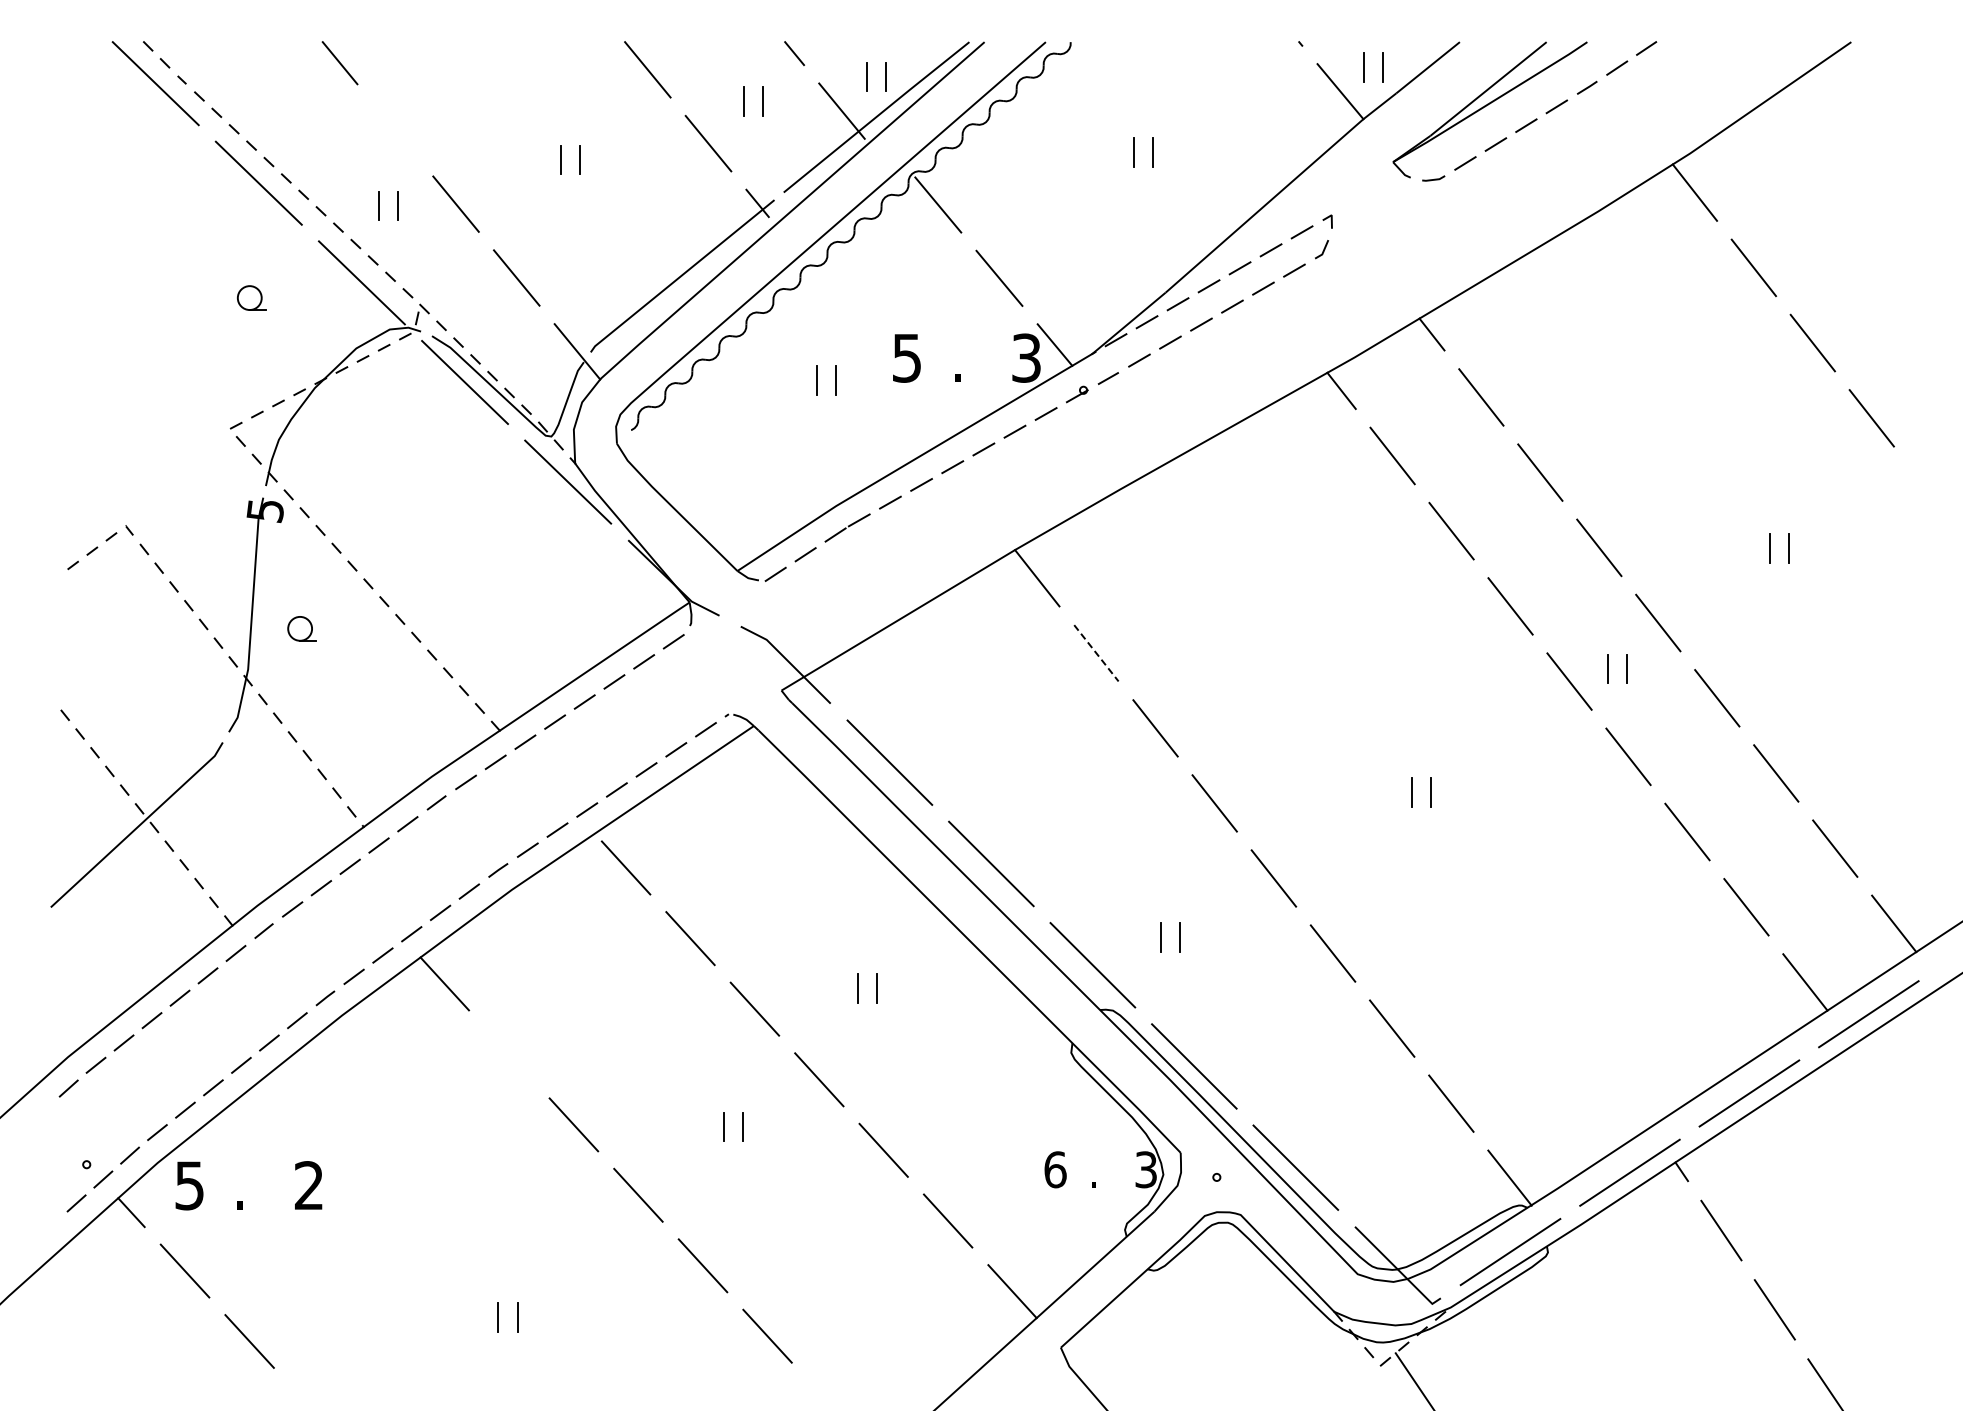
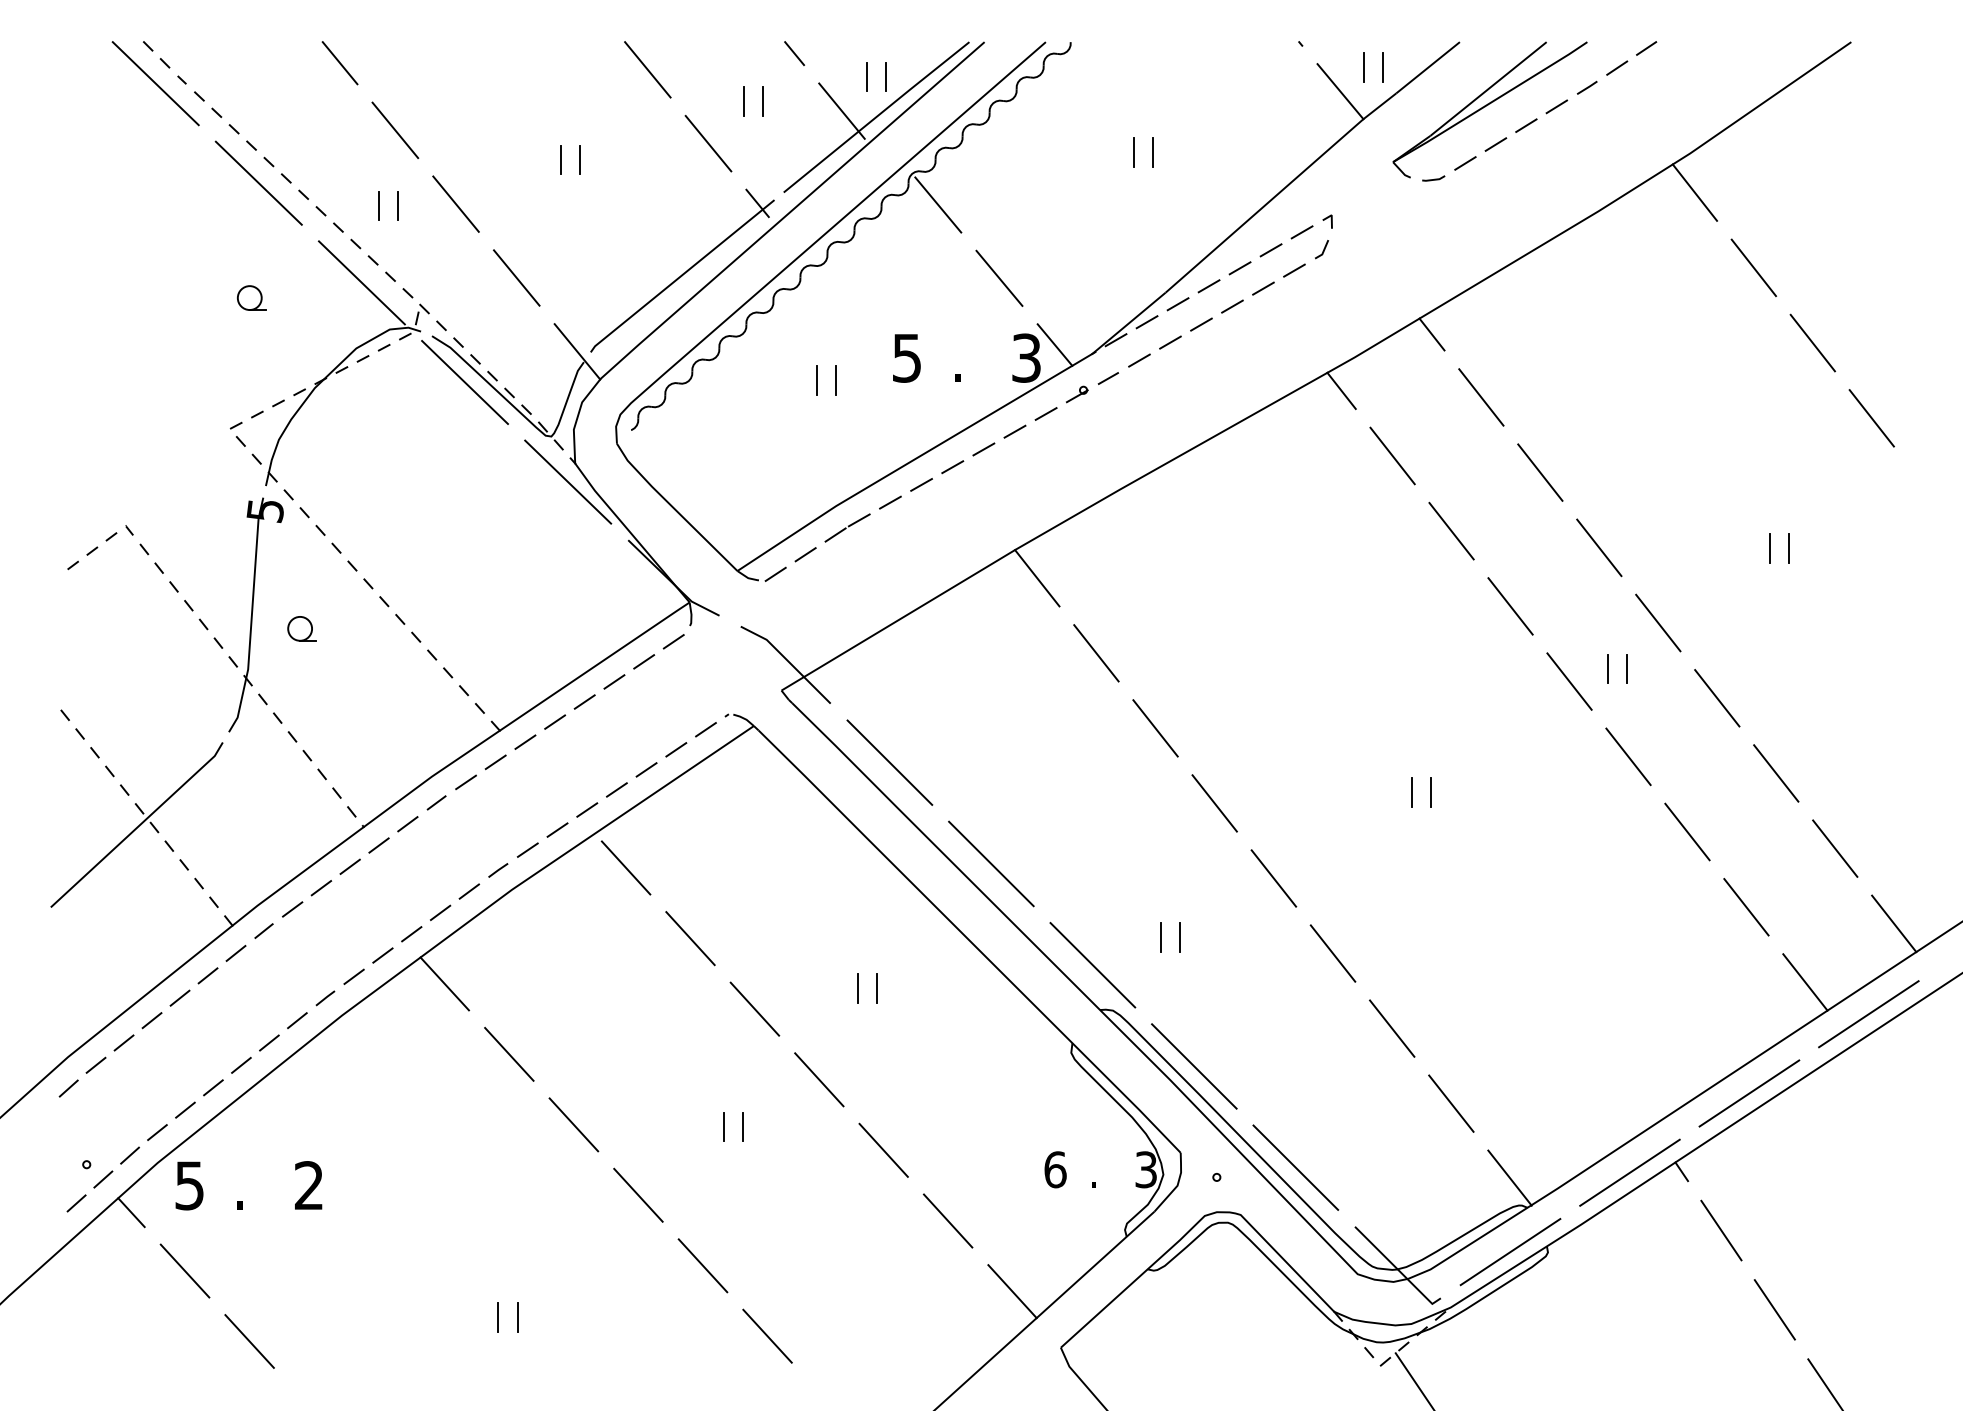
line at (395, 130): none -> present
line at (1096, 653): dashed -> solid
line at (509, 1053): none -> present
